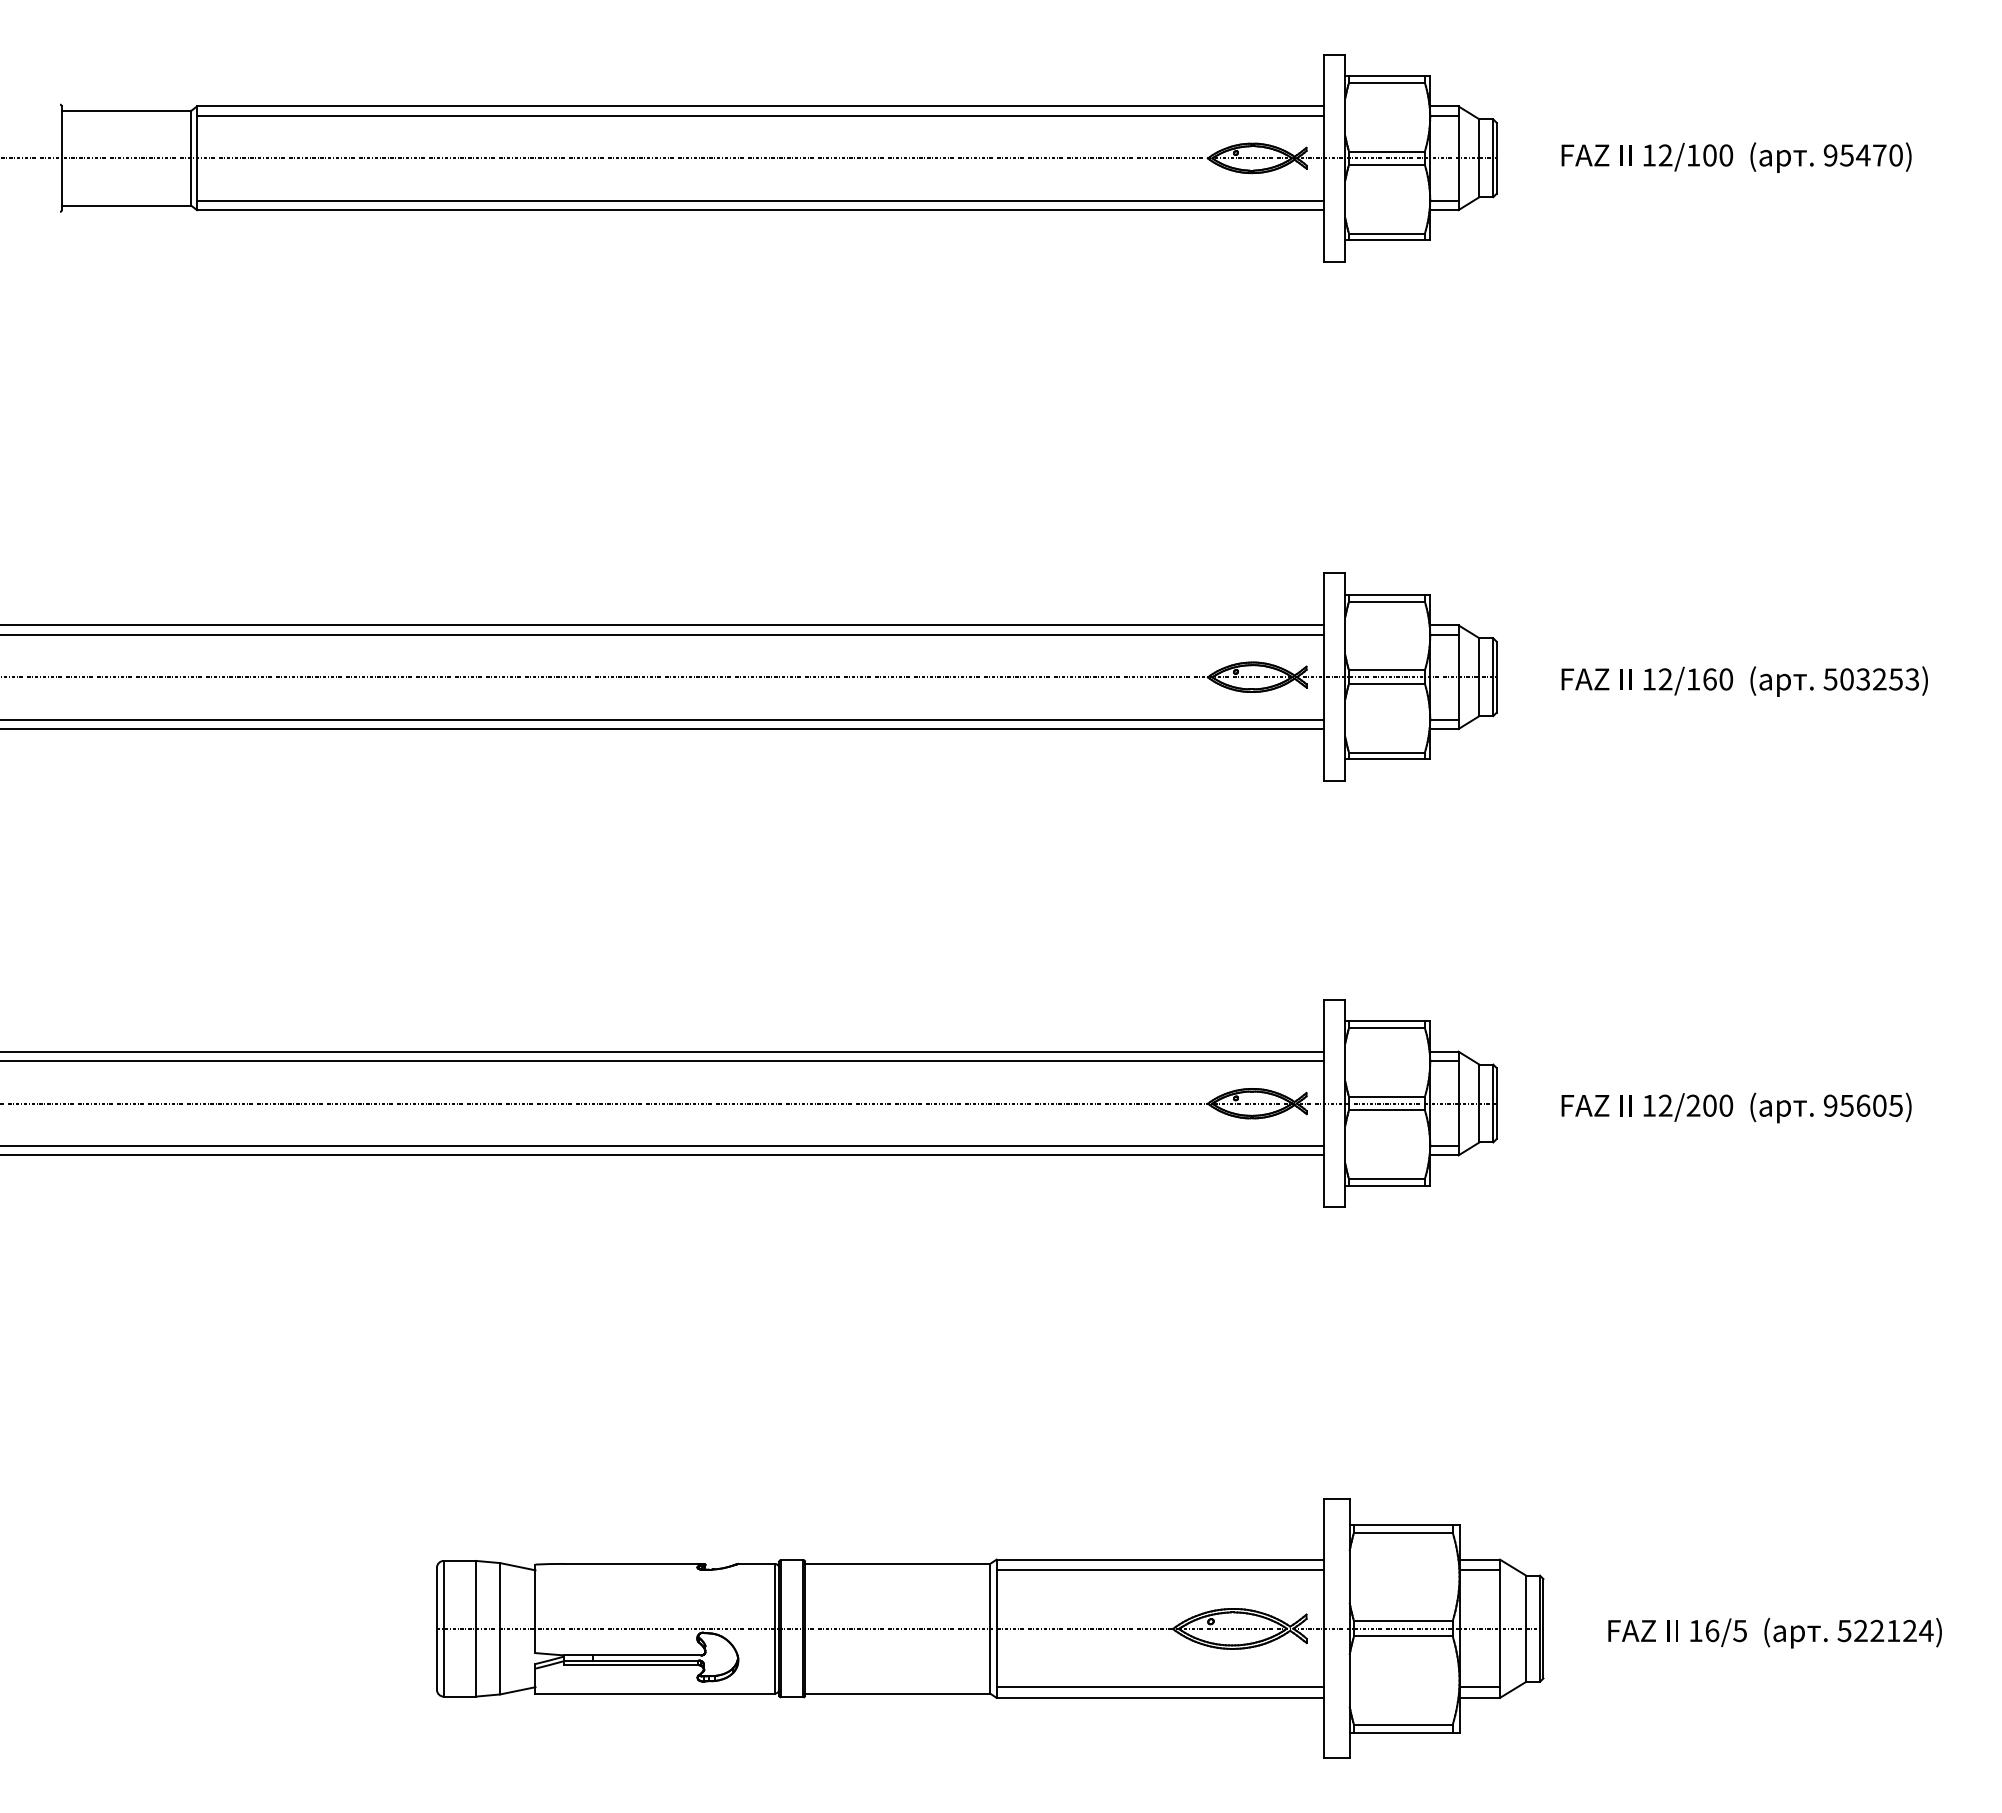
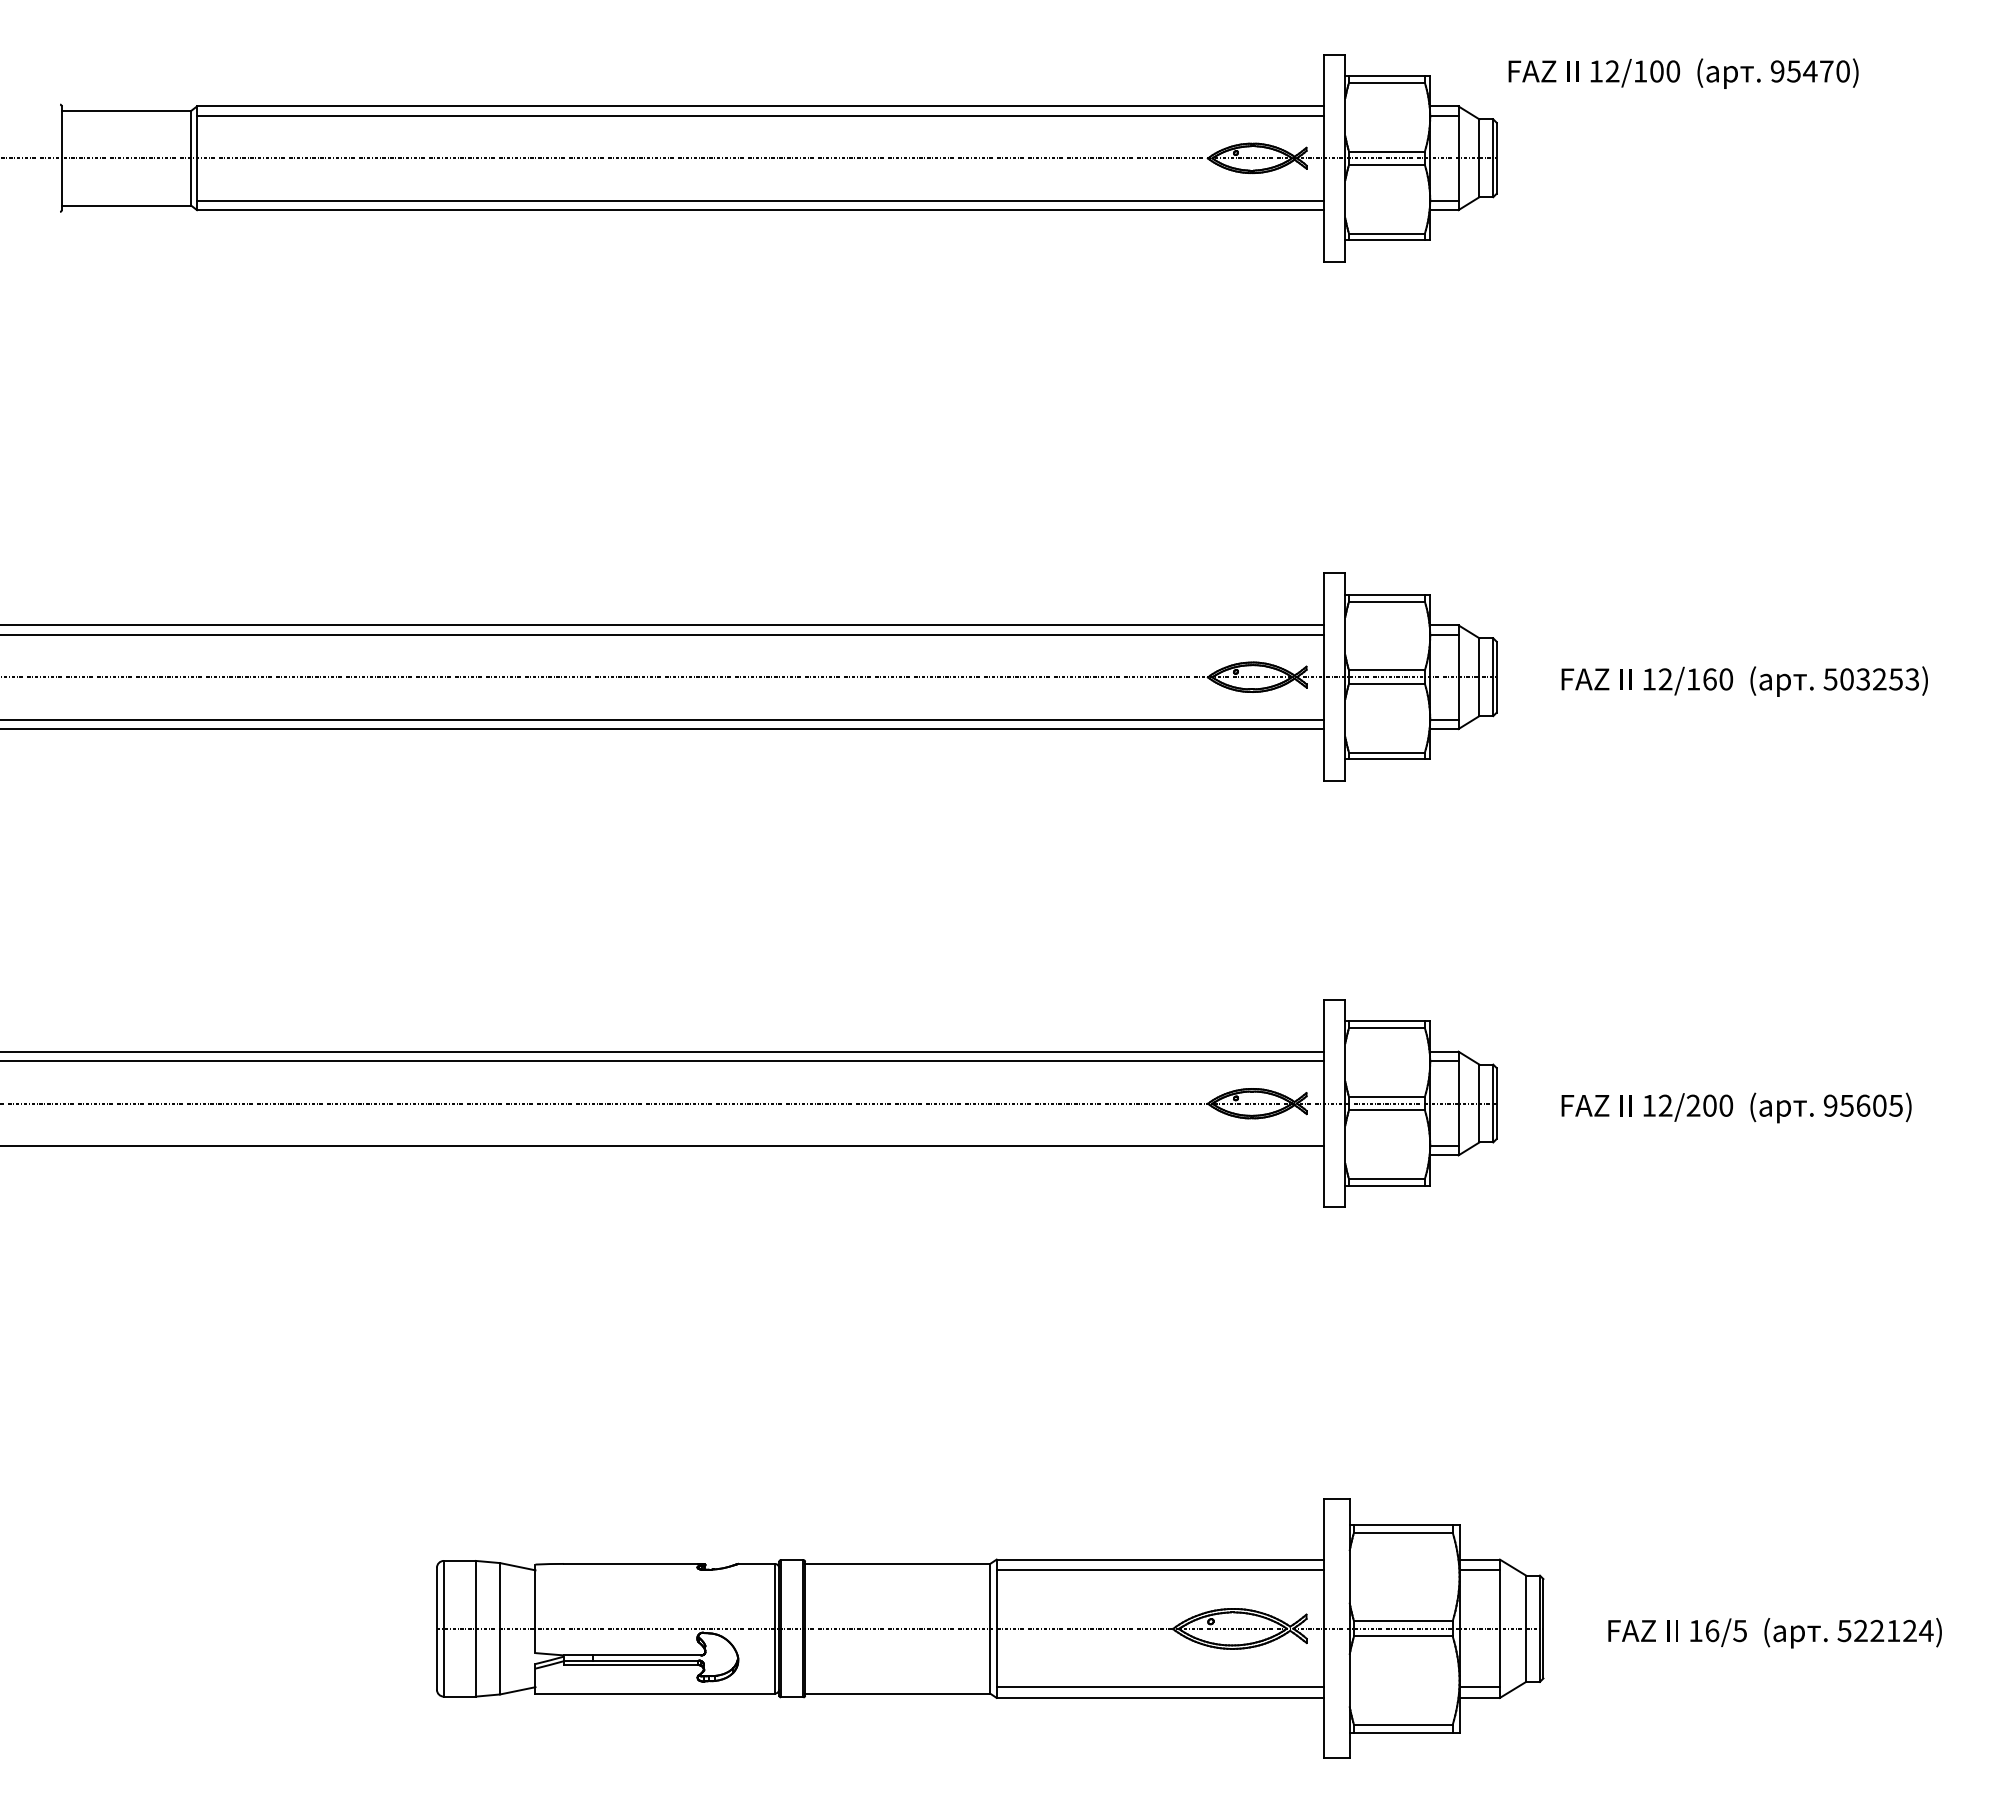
text at (1736, 157) position: (1736, 157) -> (1683, 73)
line at (662, 1155): present -> none
